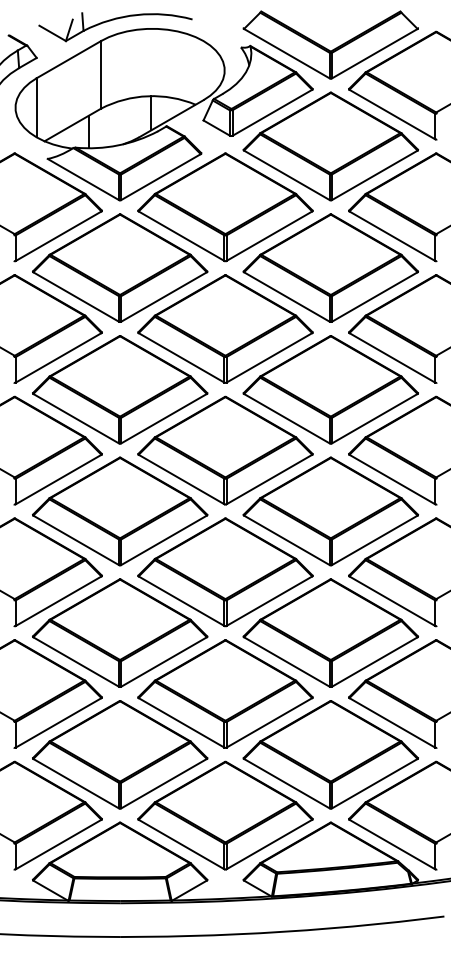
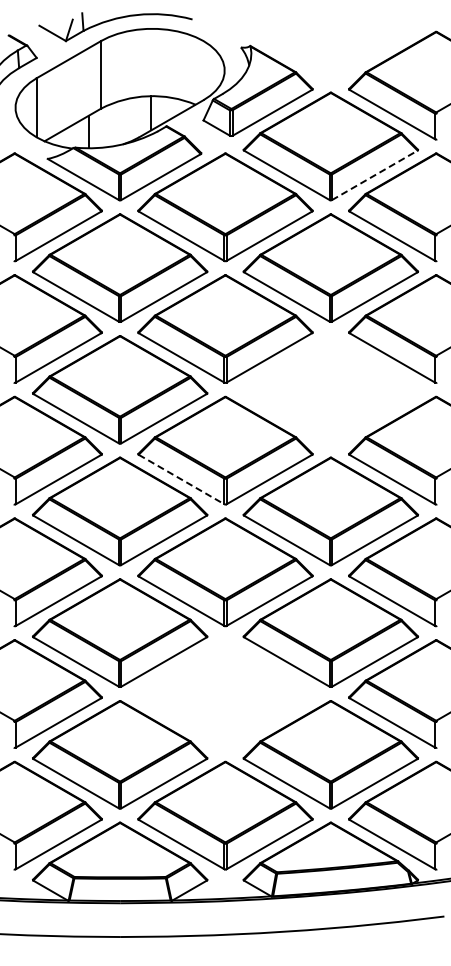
part at (330, 44): present -> none
line at (374, 175): solid -> dashed
part at (330, 389): present -> none
line at (181, 479): solid -> dashed
part at (225, 693): present -> none
